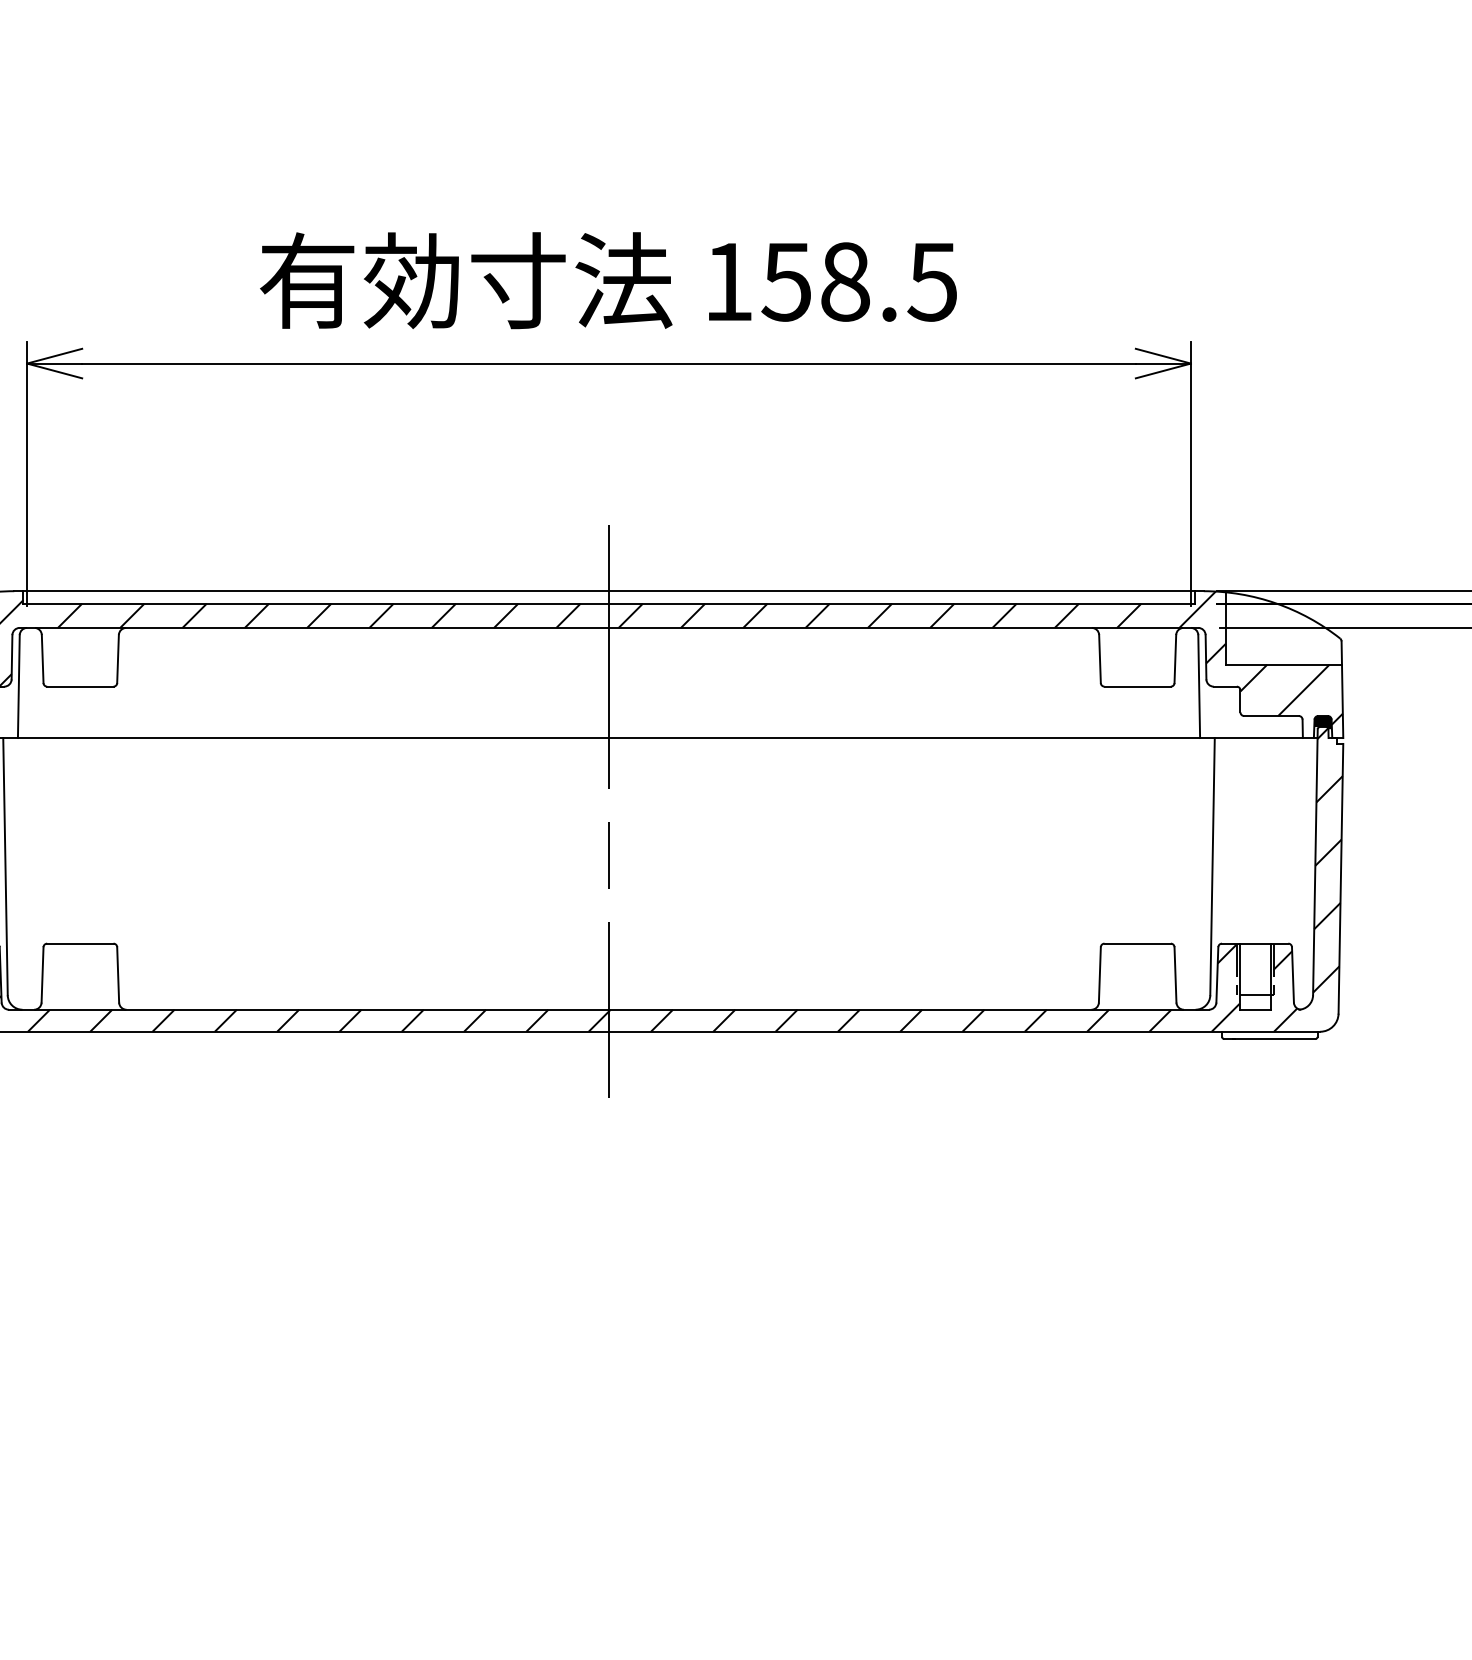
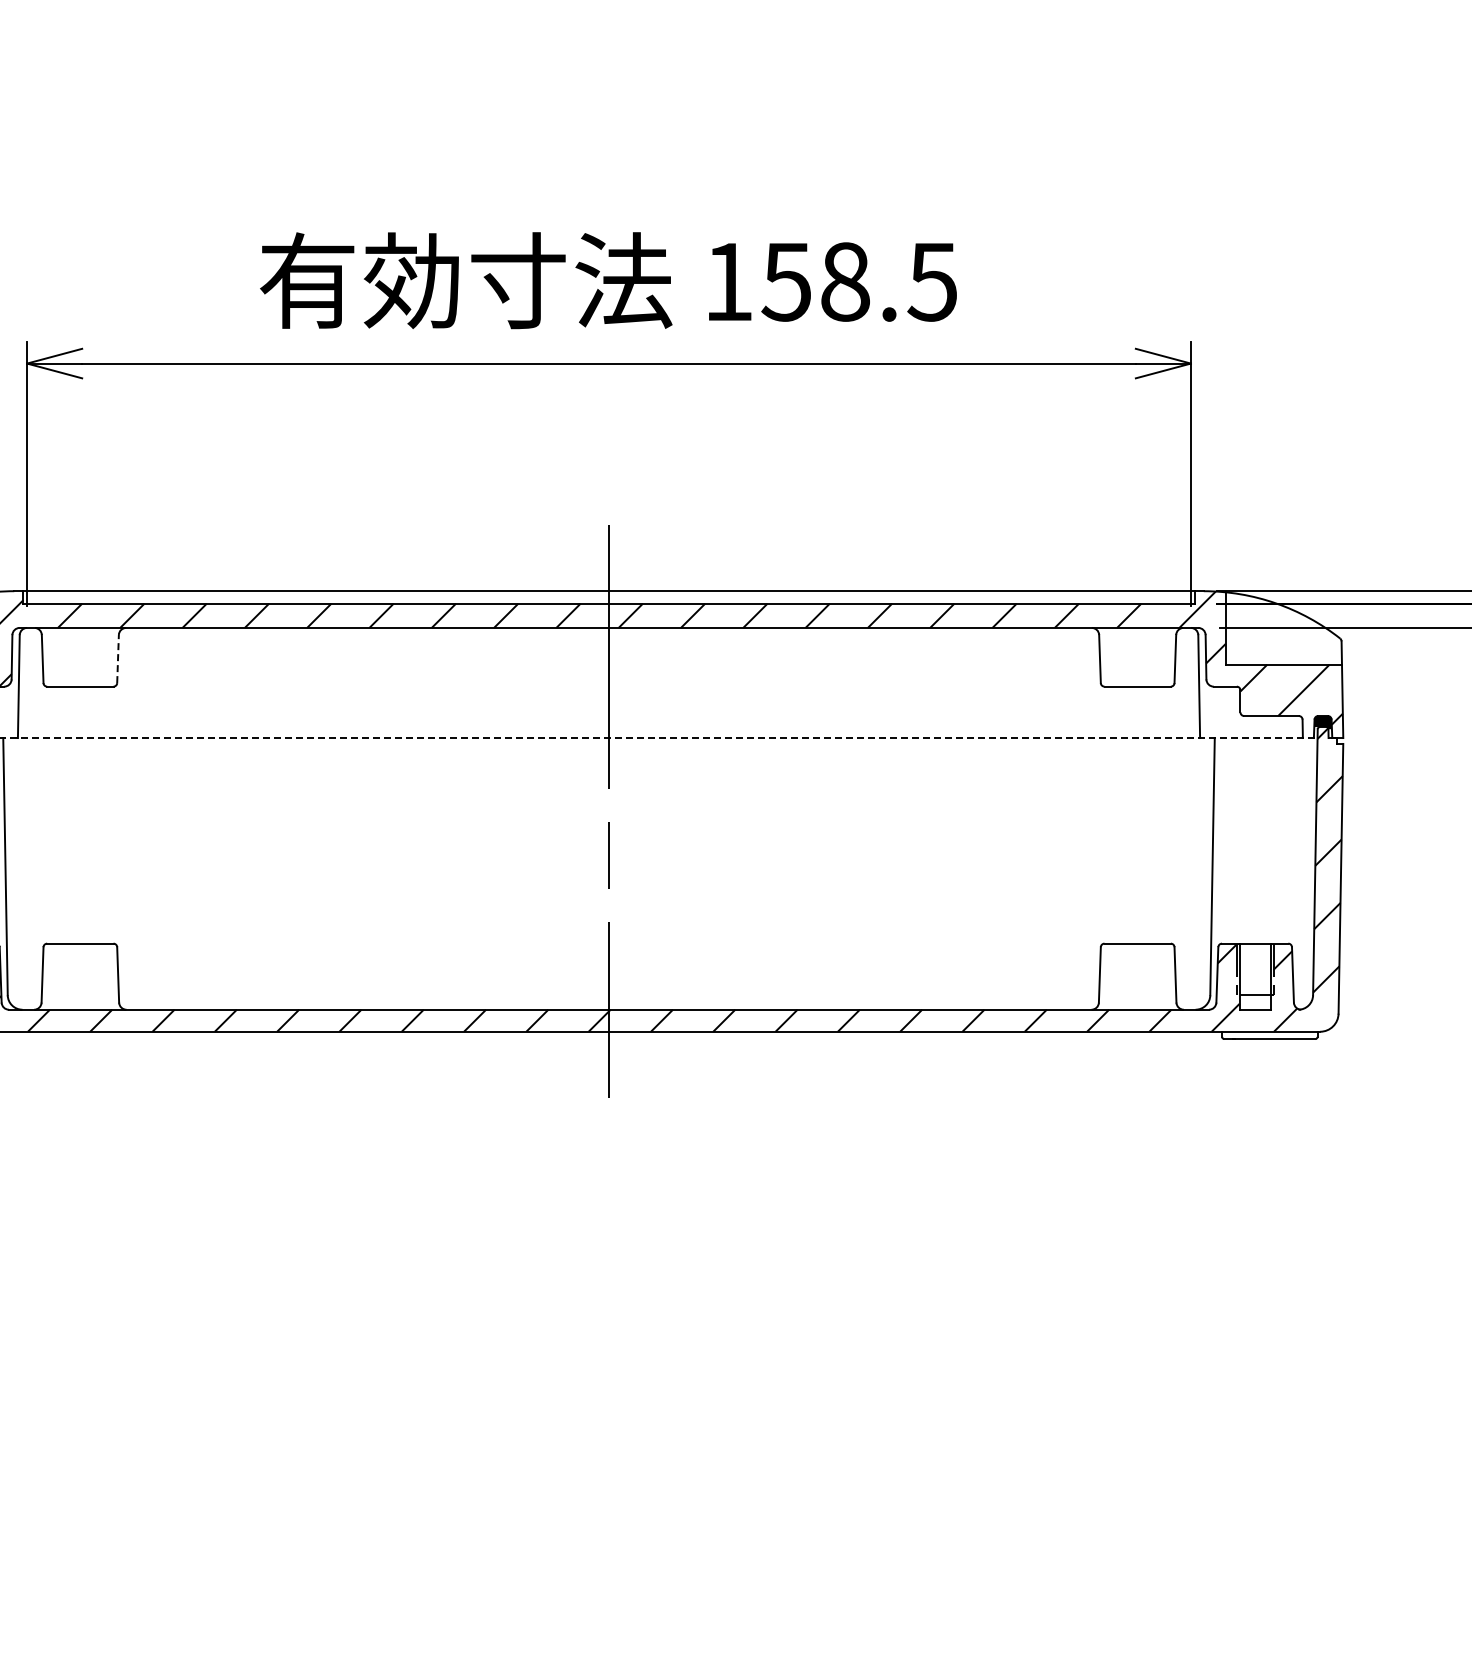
line at (118, 658): solid -> dashed
line at (658, 738): solid -> dashed
